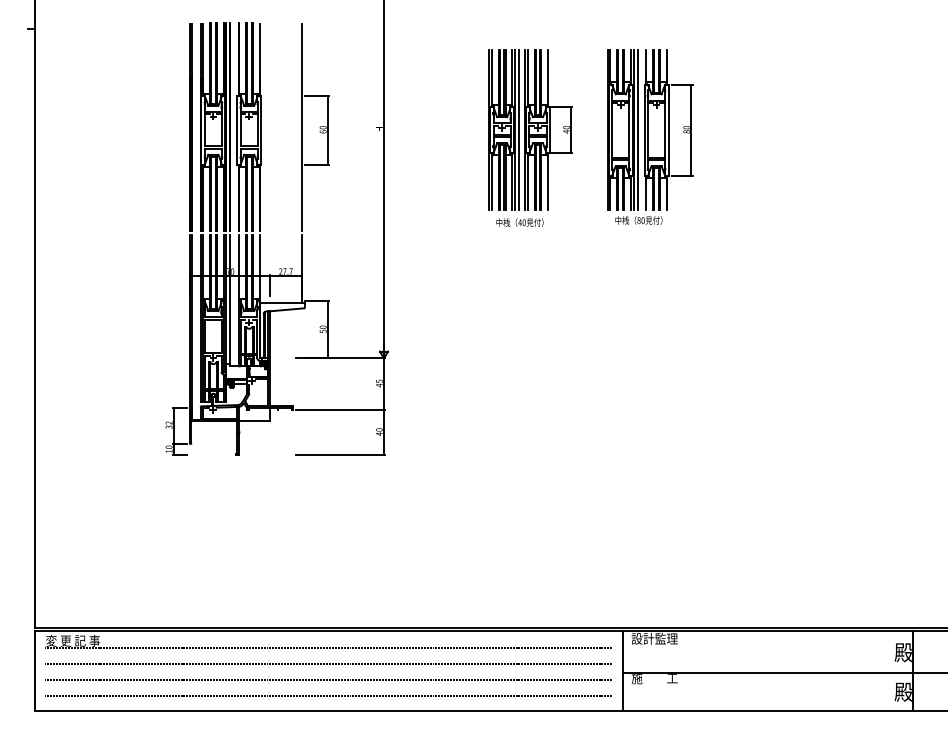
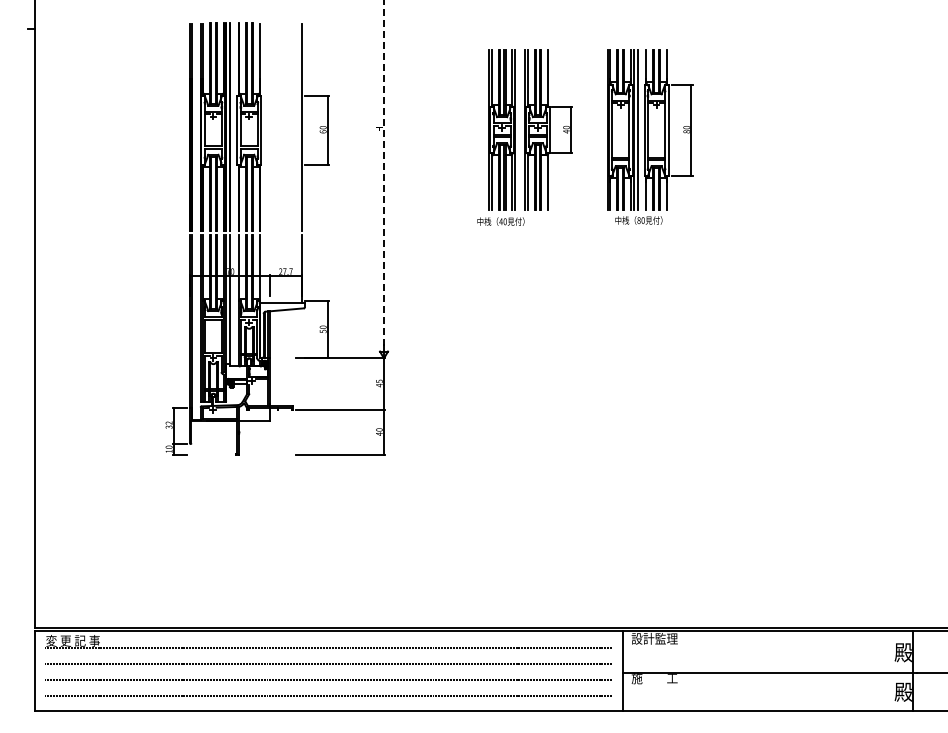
line at (518, 130): present -> none
line at (384, 175): solid -> dashed
text at (519, 222) position: (519, 222) -> (500, 221)
